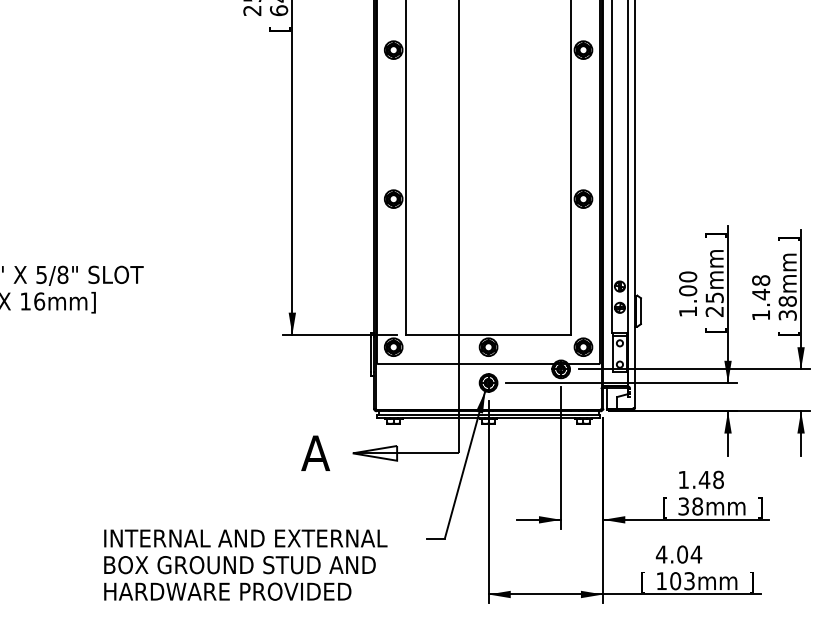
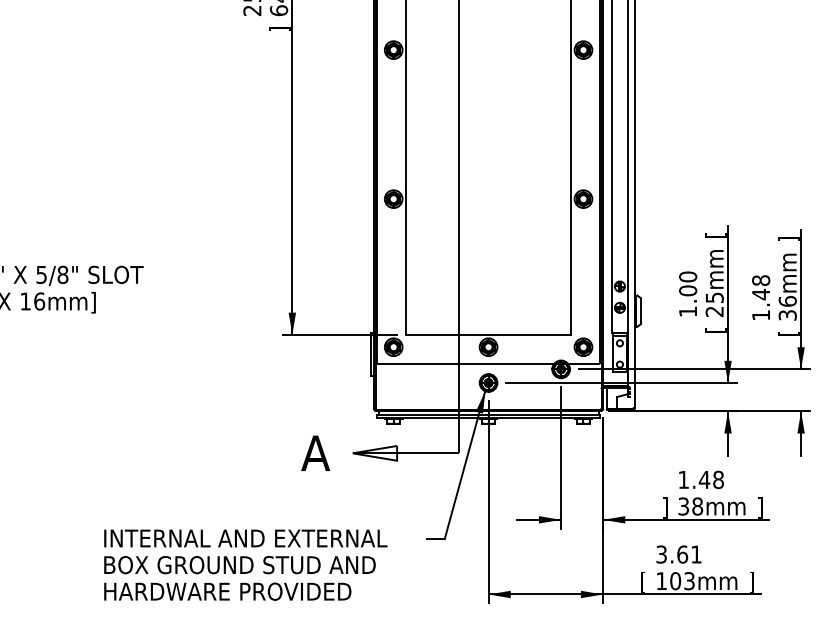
text at (279, 29): [ -> ]
text at (715, 235): ] -> [
text at (787, 301): 38mm -> 36mm
text at (665, 507): [ -> ]
text at (678, 554): 4.04 -> 3.61
